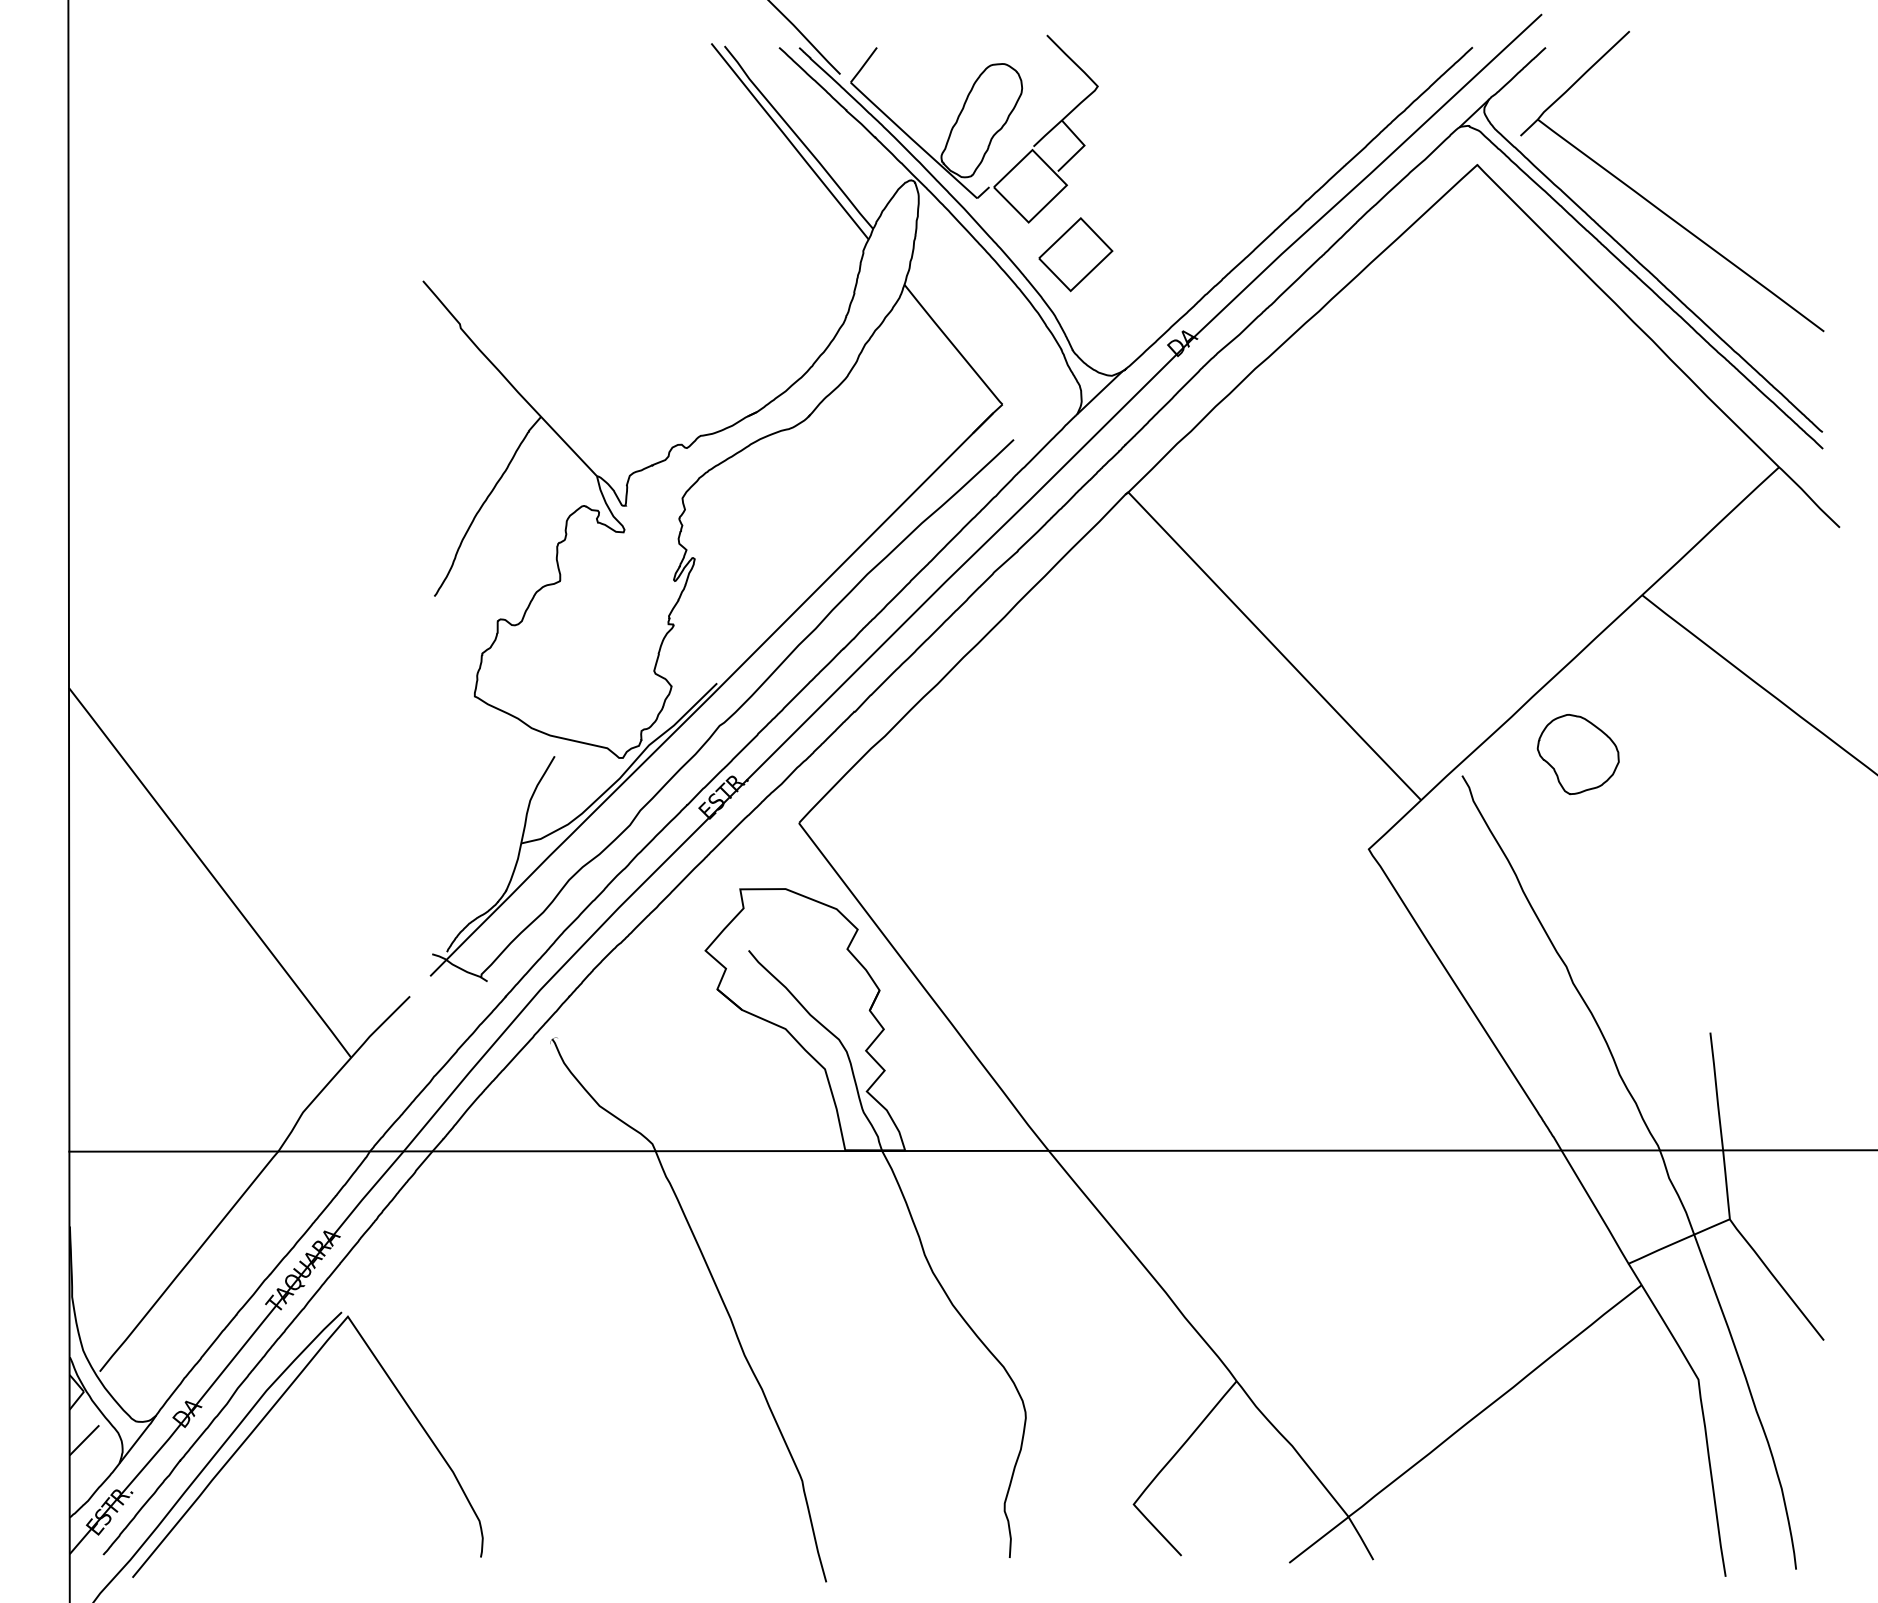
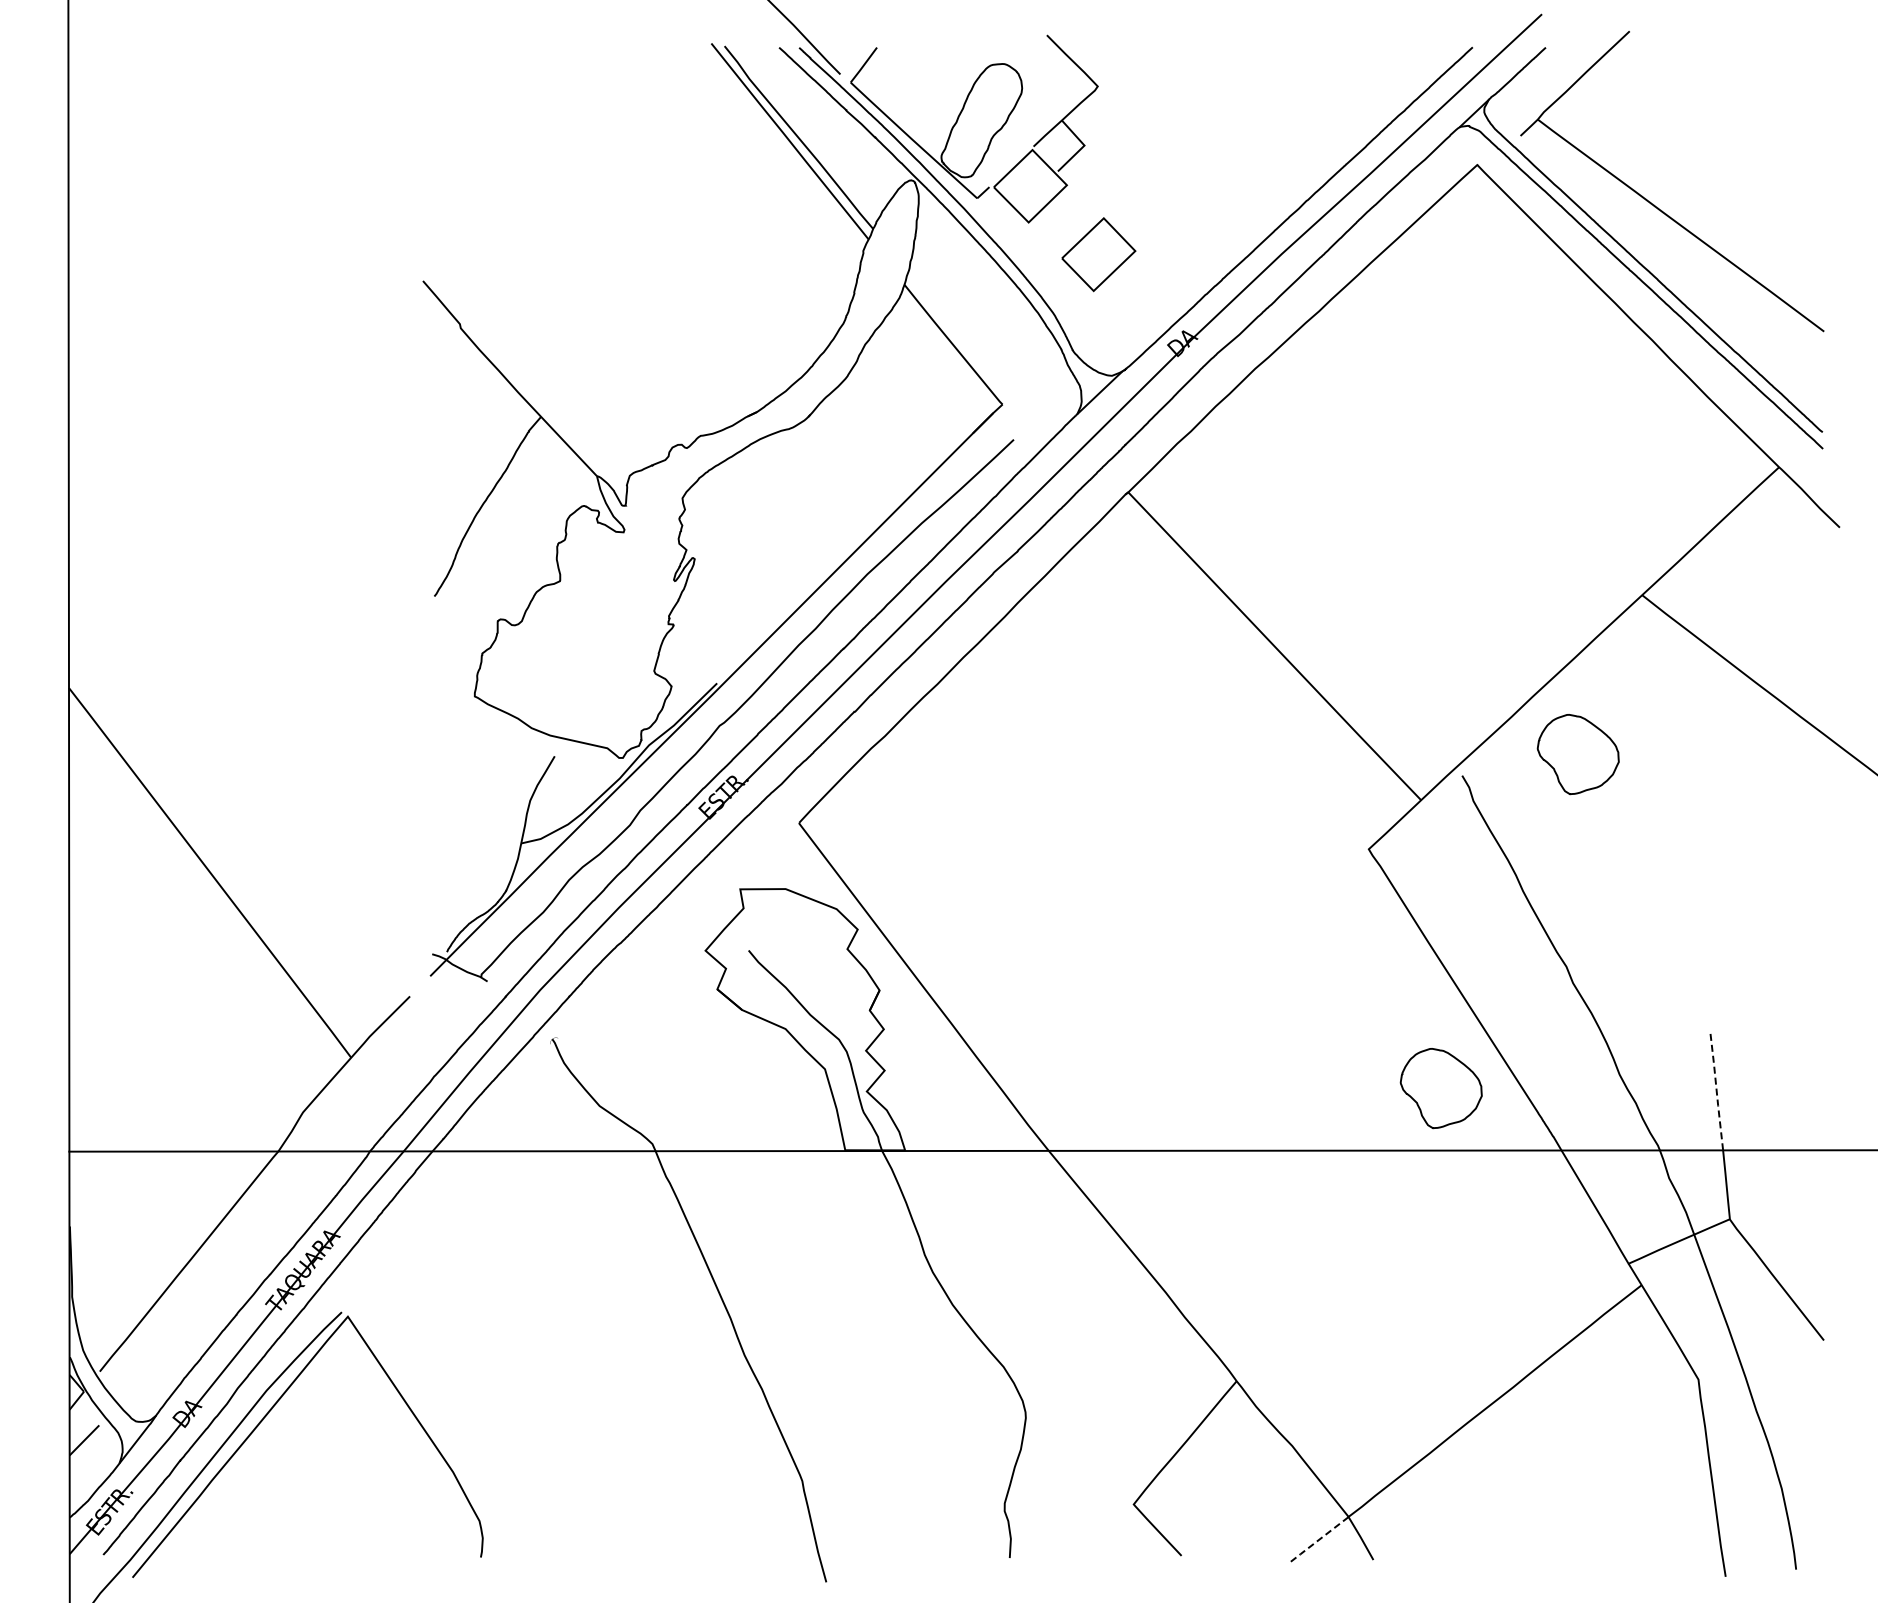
part at (1075, 254) position: (1075, 254) -> (1098, 254)
part at (1440, 1088): none -> present
line at (1716, 1090): solid -> dashed
line at (1317, 1540): solid -> dashed
